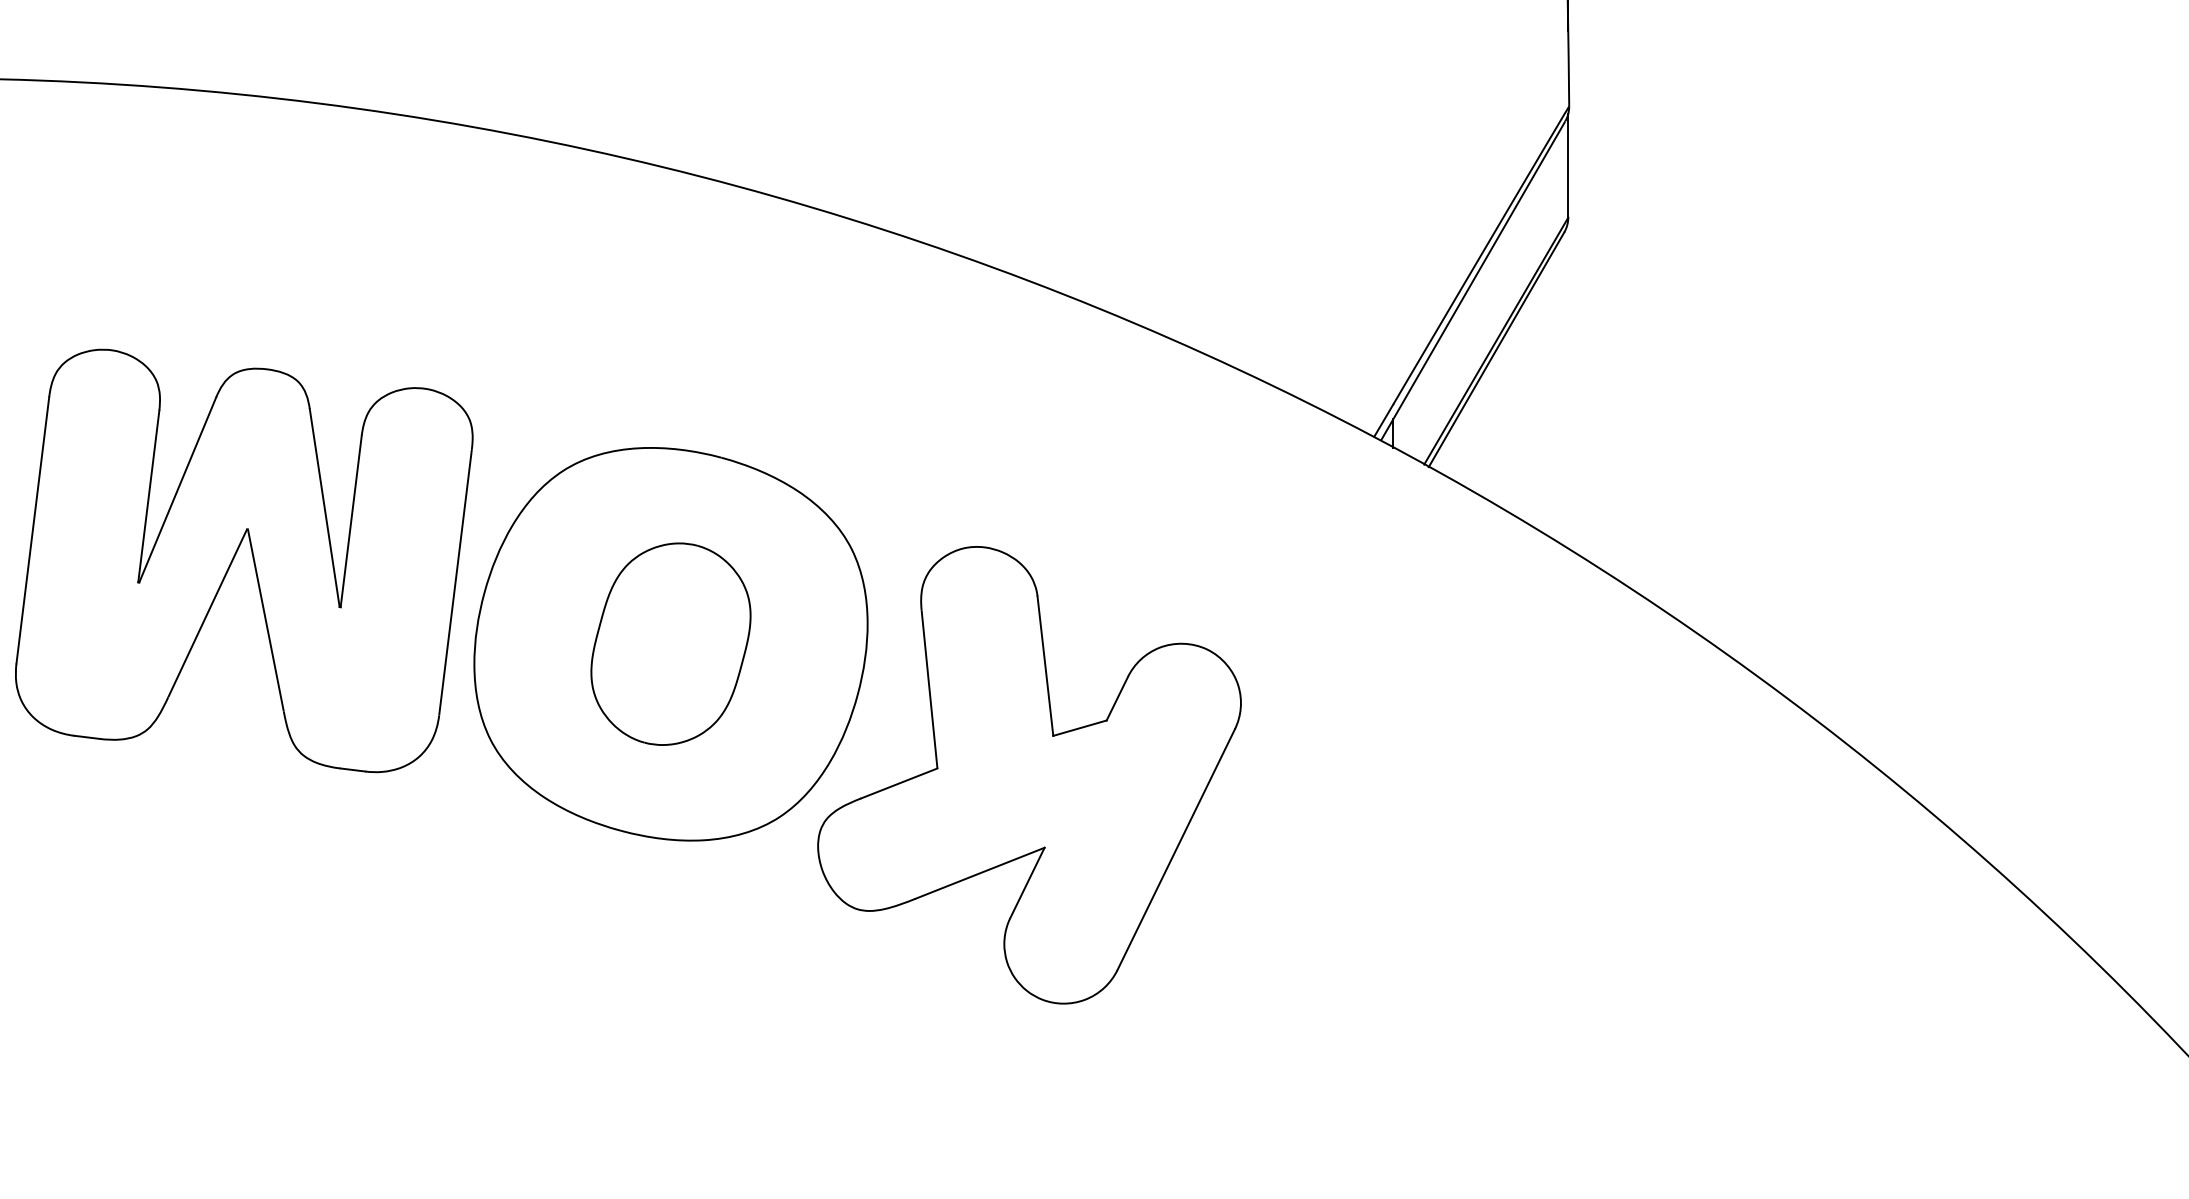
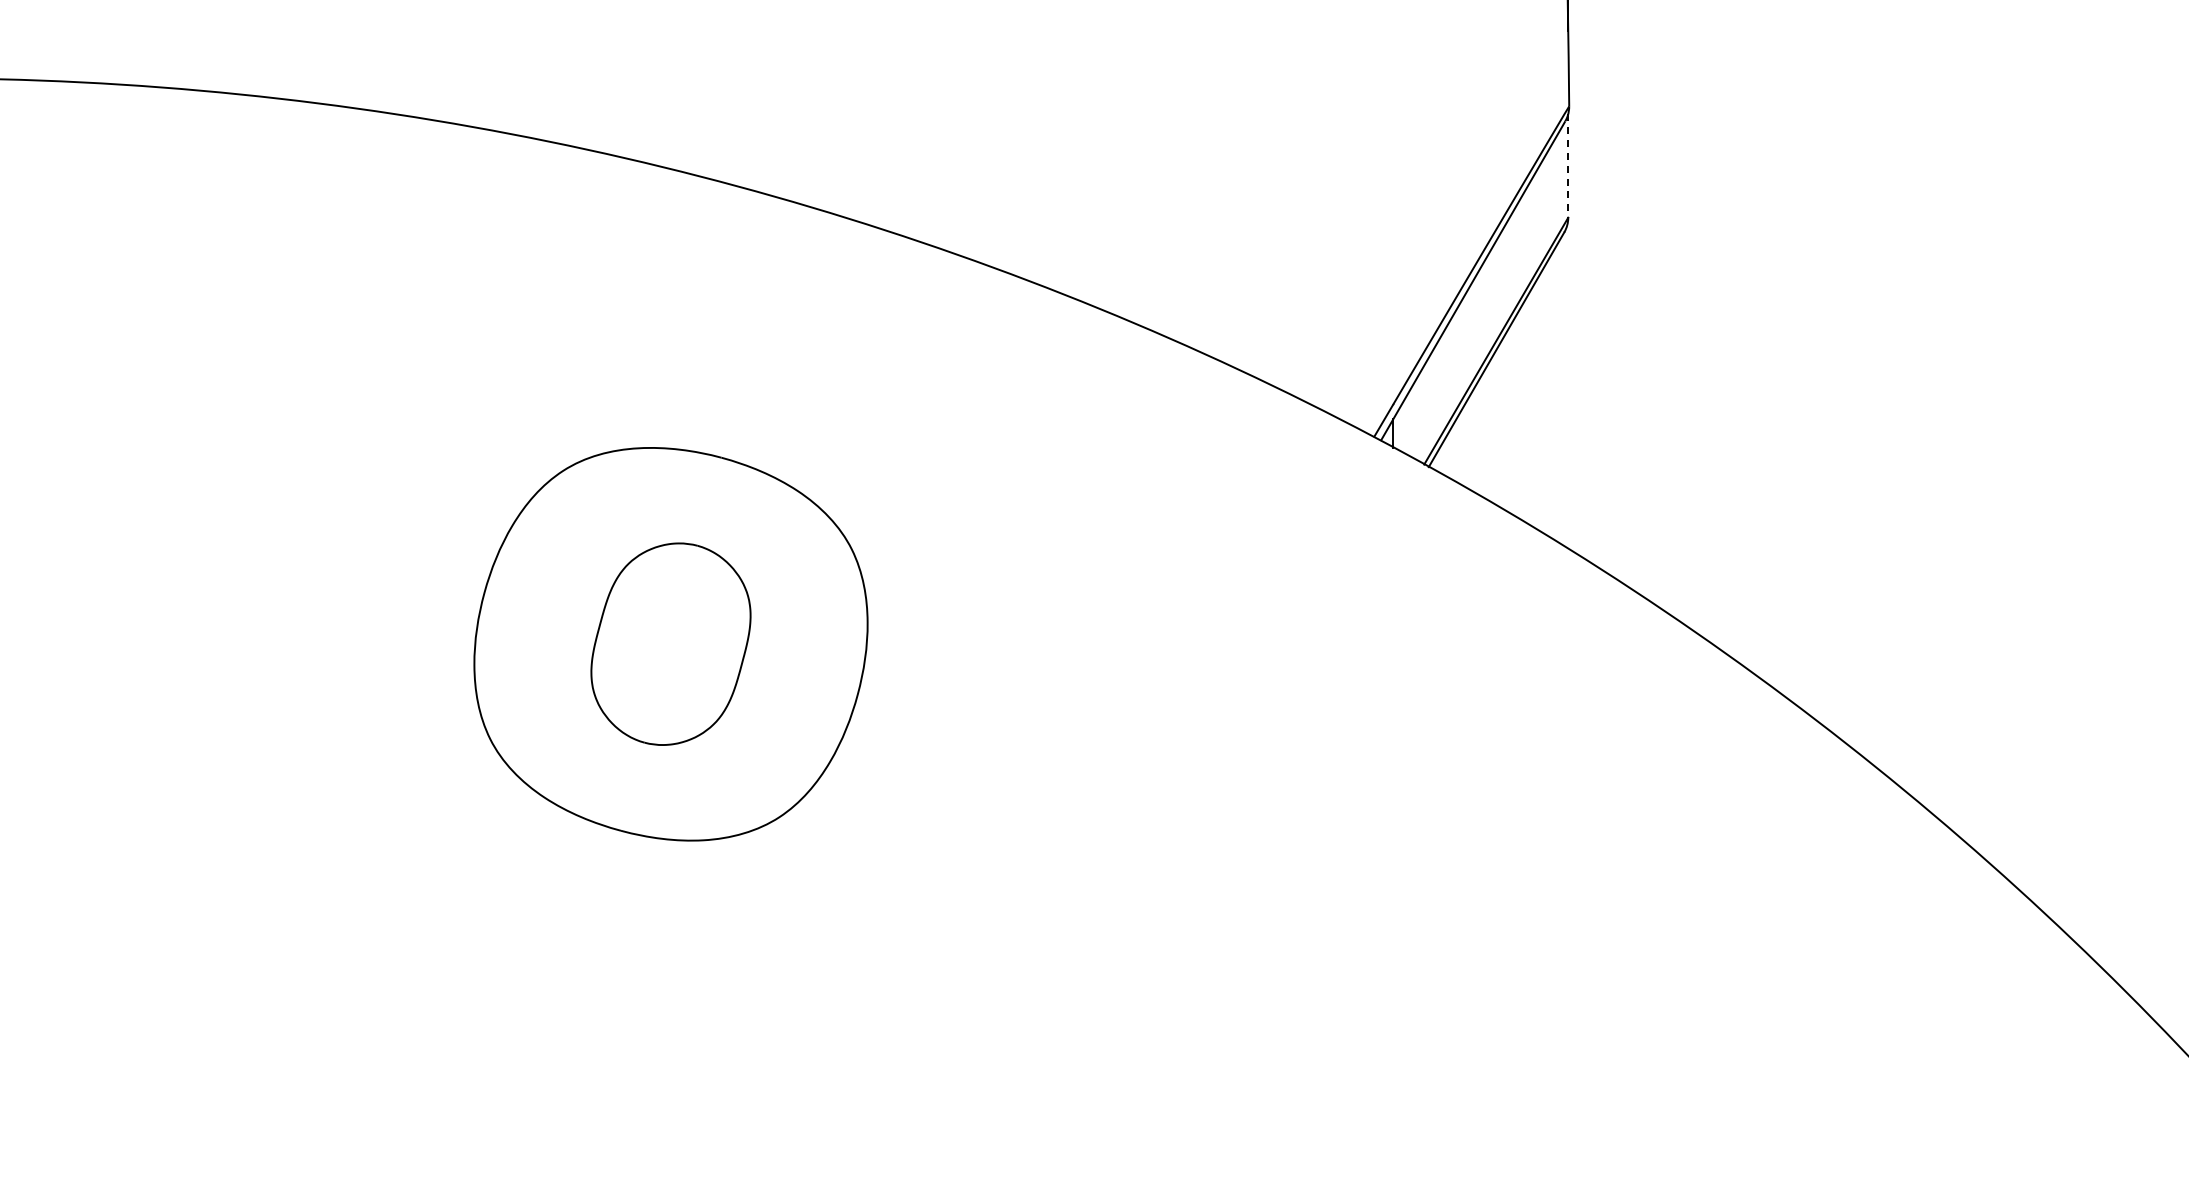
line at (1568, 165): solid -> dashed
part at (252, 558): present -> none
part at (1029, 775): present -> none
